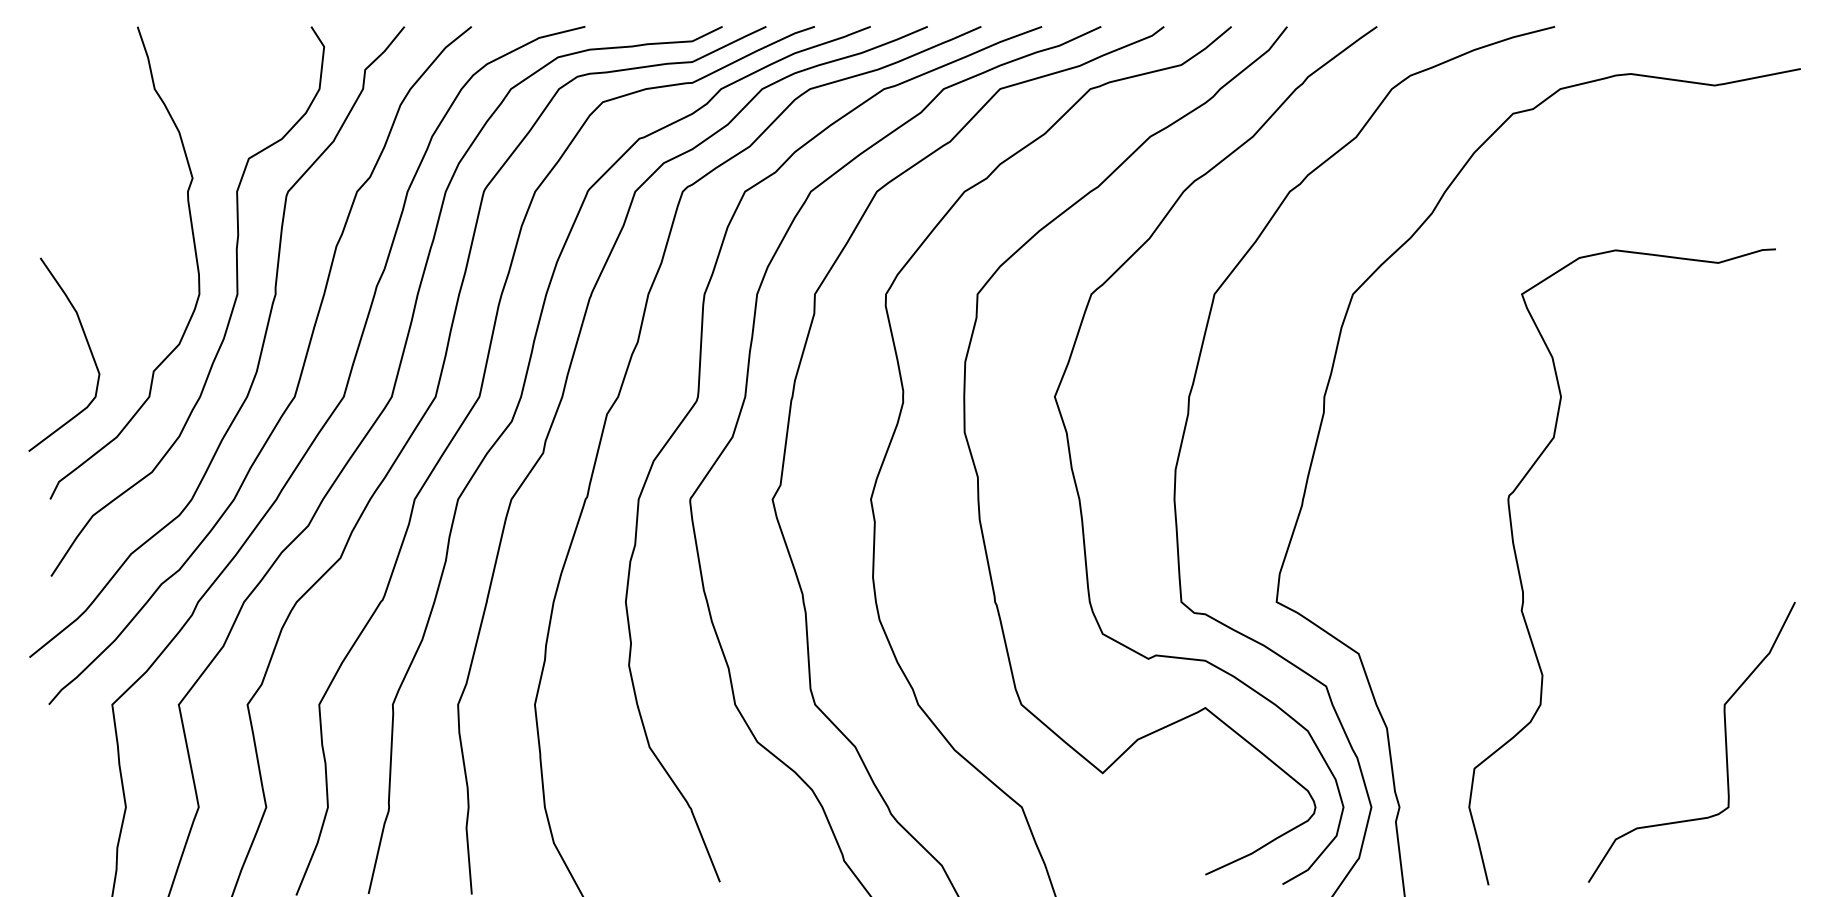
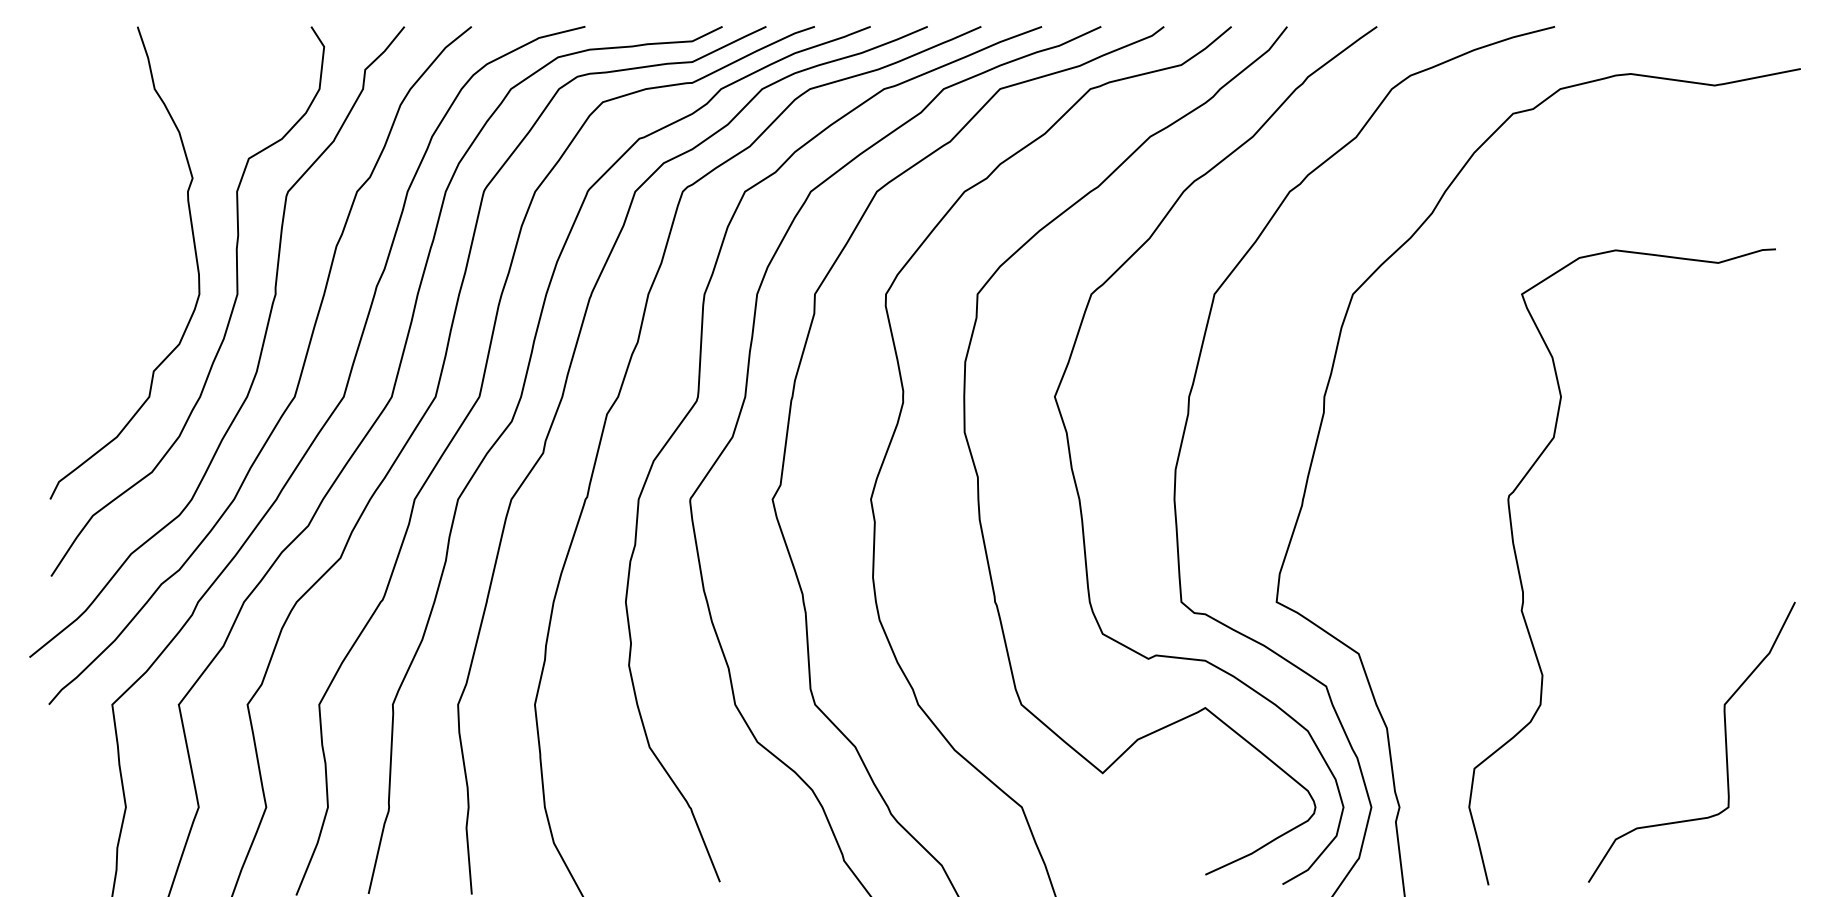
curve at (88, 347): present -> none
